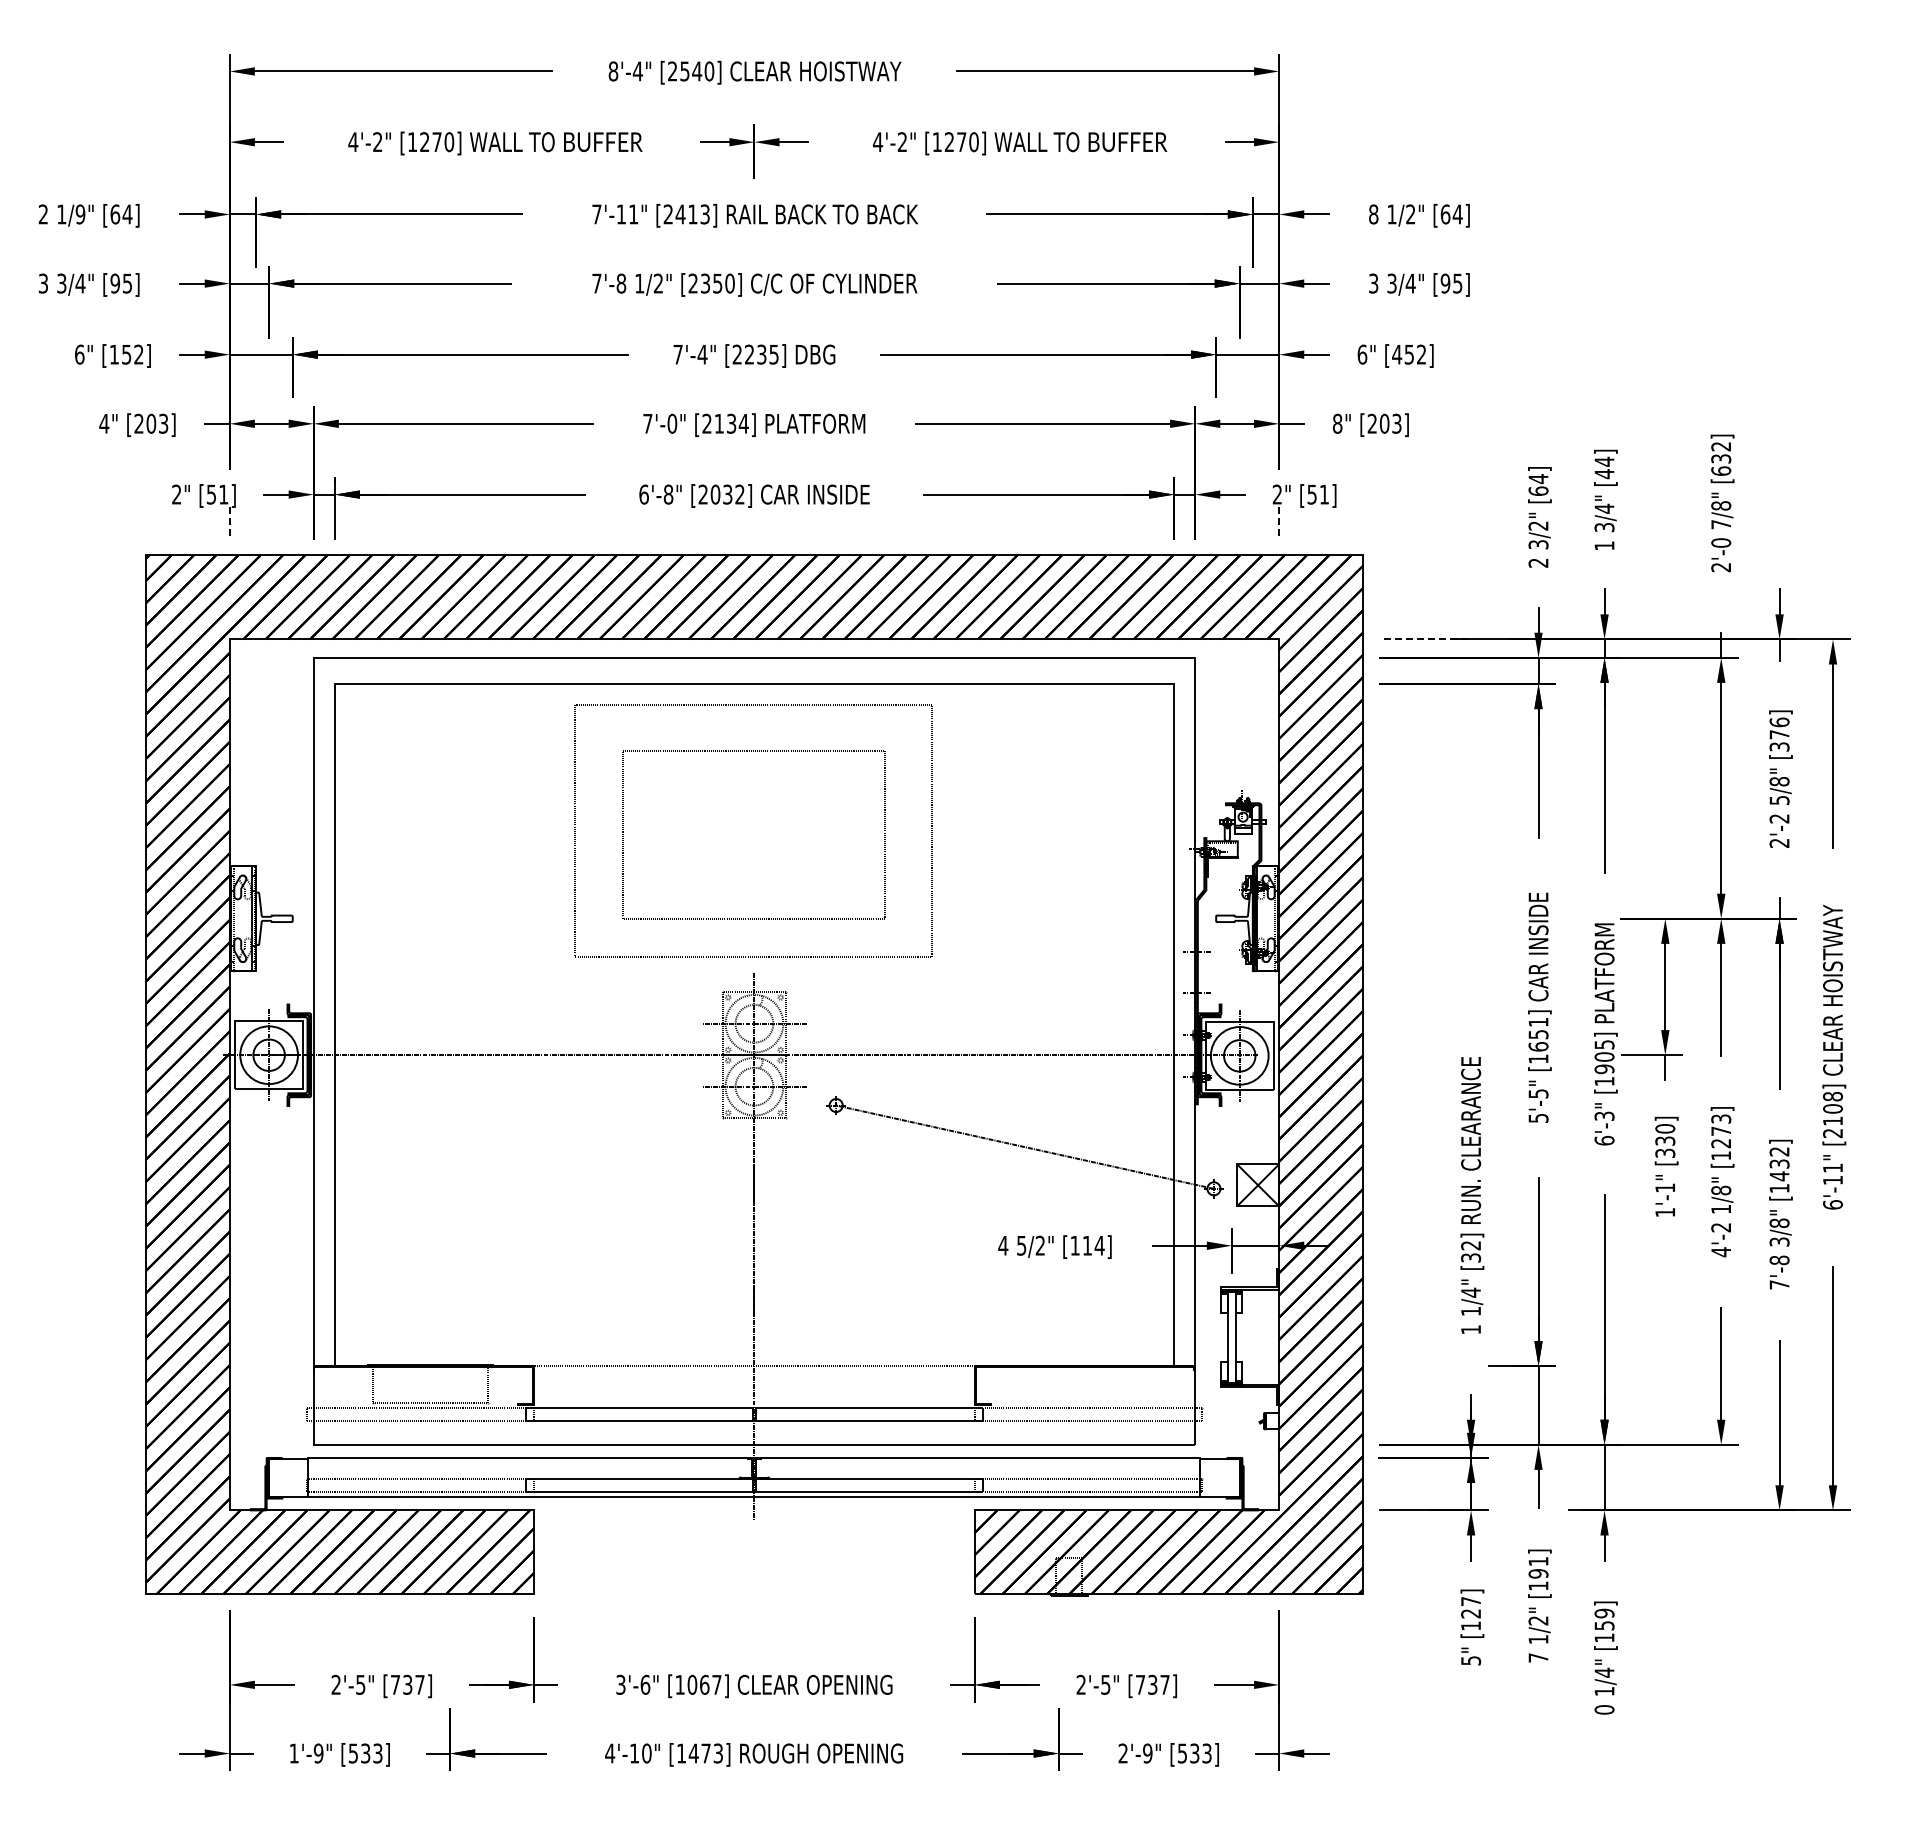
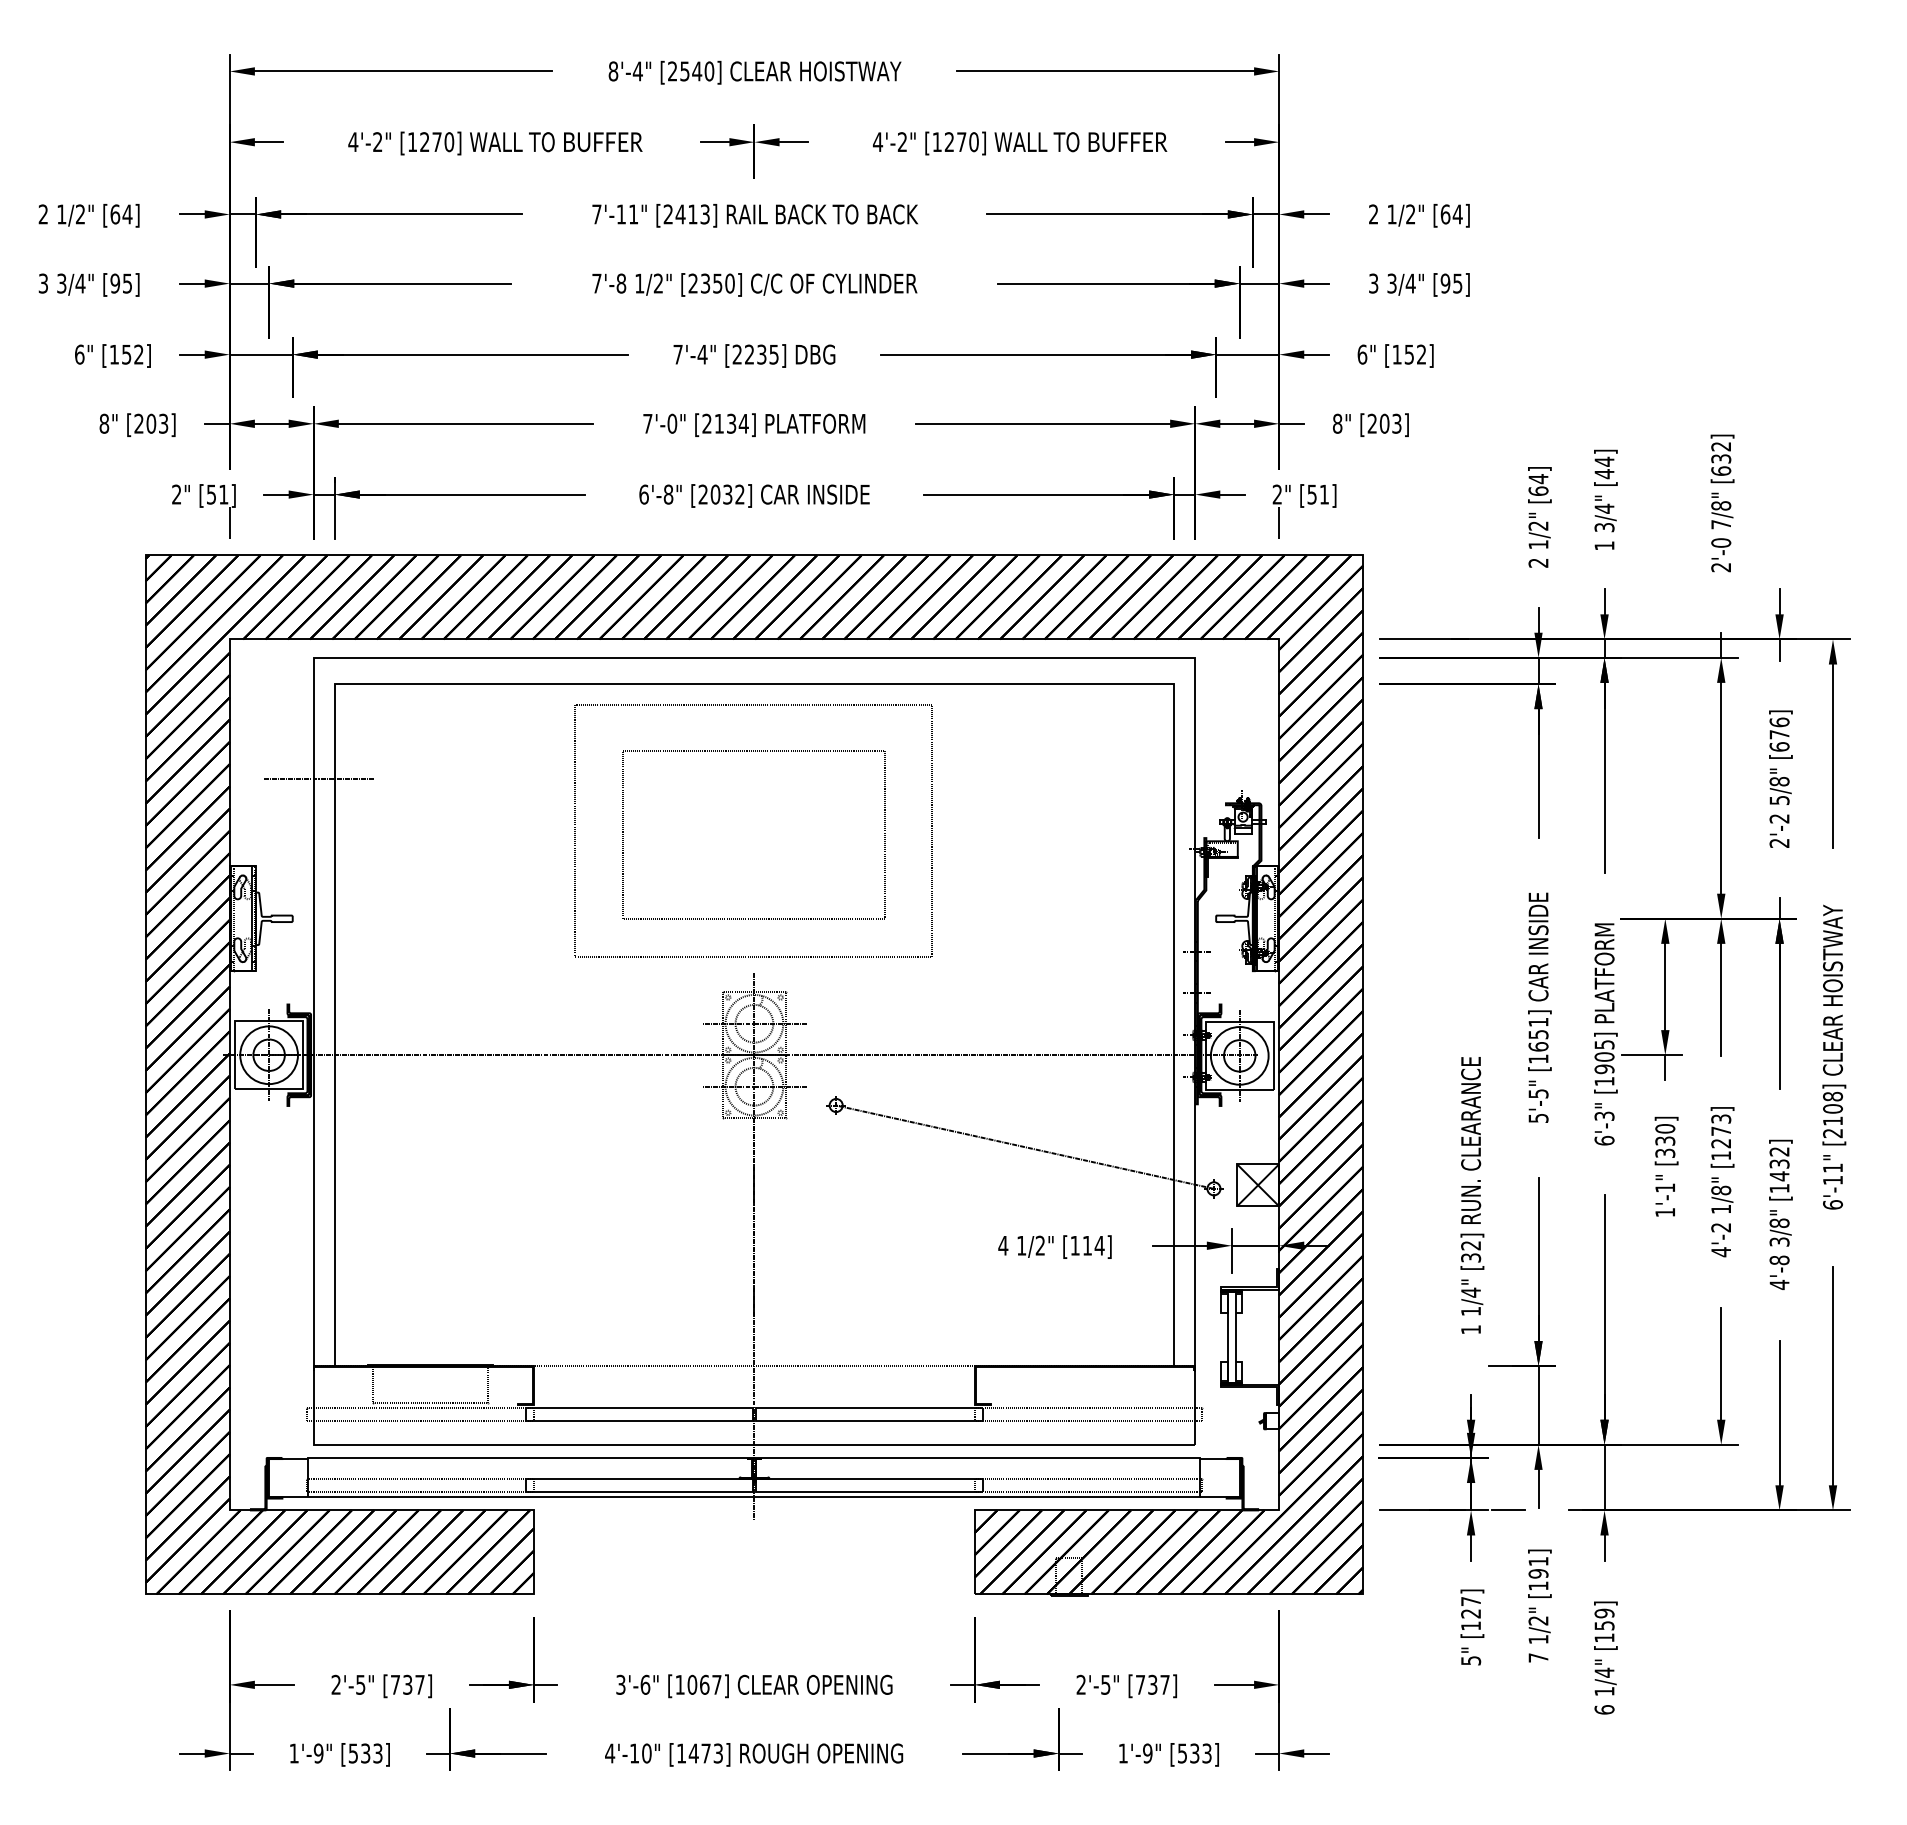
text at (80, 214): 1/9" -> 1/2"
text at (1373, 214): 8 -> 2
text at (1397, 354): [452] -> [152]
text at (104, 423): 4" -> 8"
line at (229, 522): dashed -> solid
line at (1279, 522): dashed -> solid
text at (1538, 544): 3/2" -> 1/2"
line at (1423, 639): dashed -> solid
text at (1779, 746): [376] -> [676]
line at (318, 778): none -> present
text at (1021, 1245): 5/2" -> 1/2"
text at (1779, 1284): 7'-8 -> 4'-8
line at (1508, 1510): none -> present
text at (1604, 1709): 0 -> 6
text at (1122, 1753): 2'-9" -> 1'-9"
